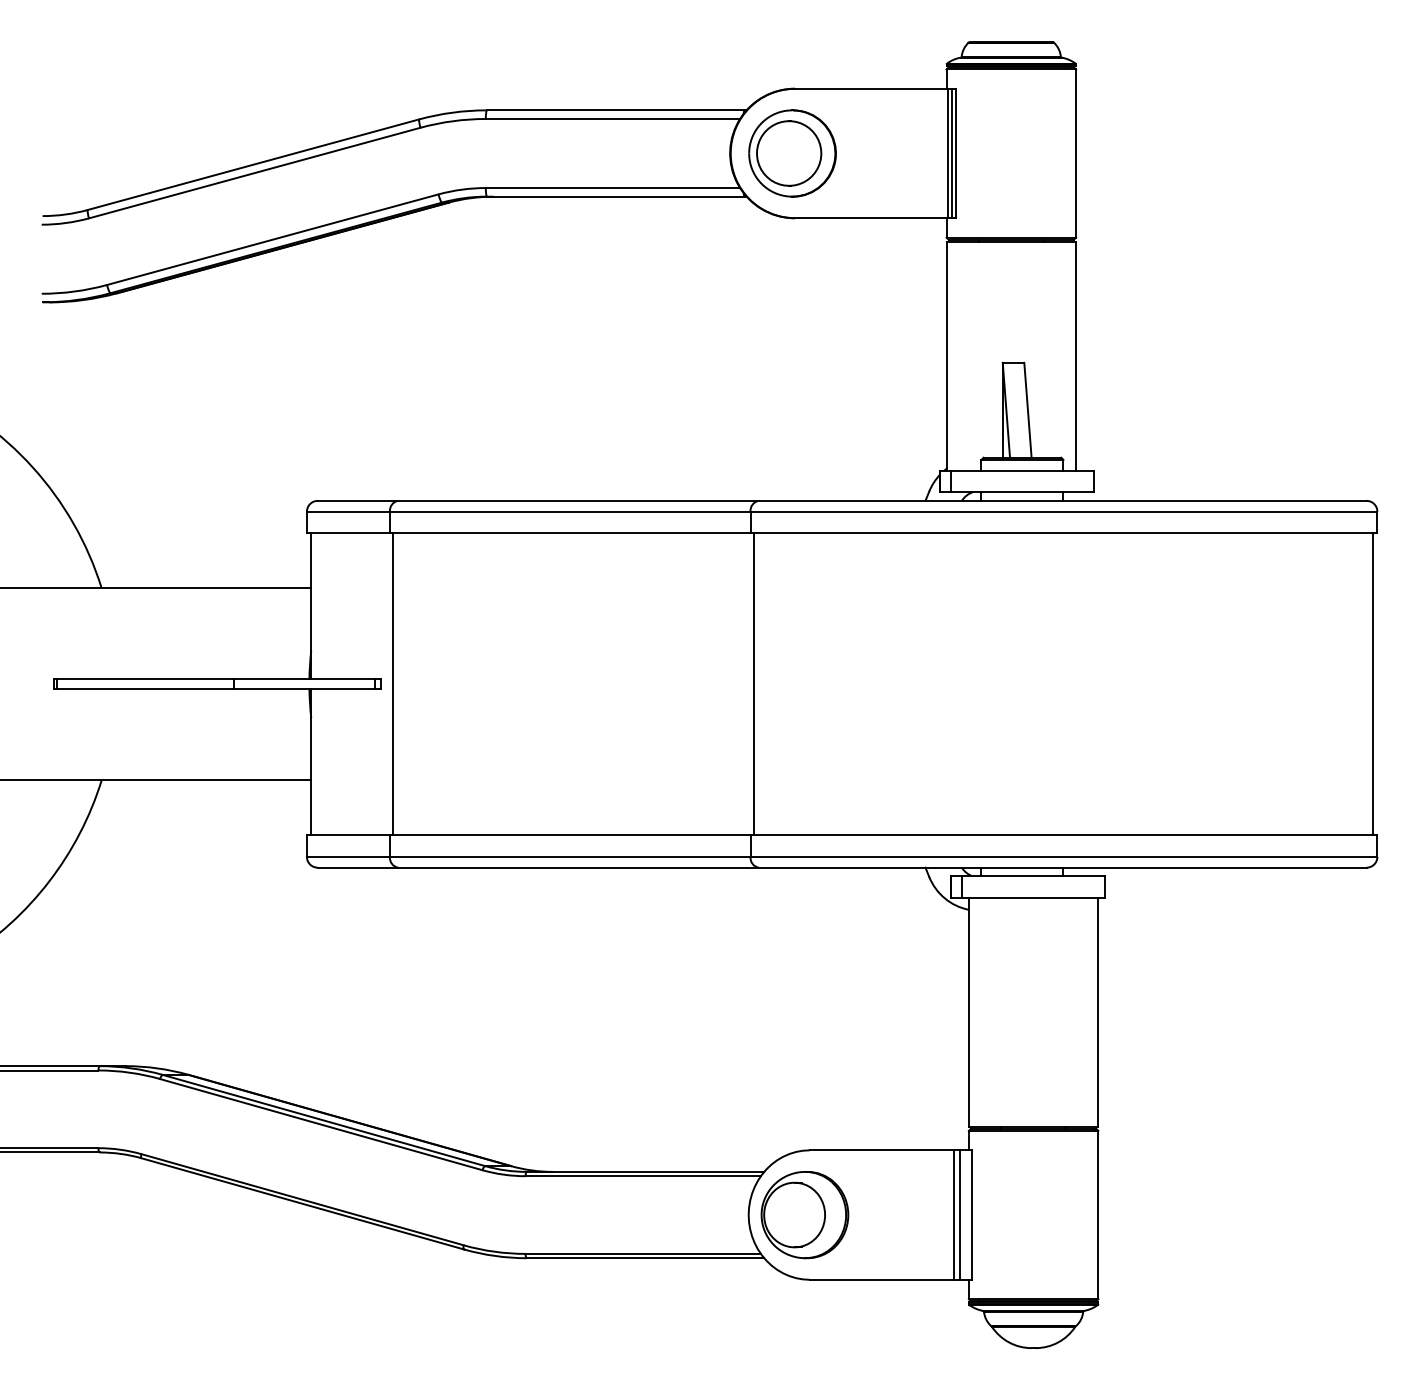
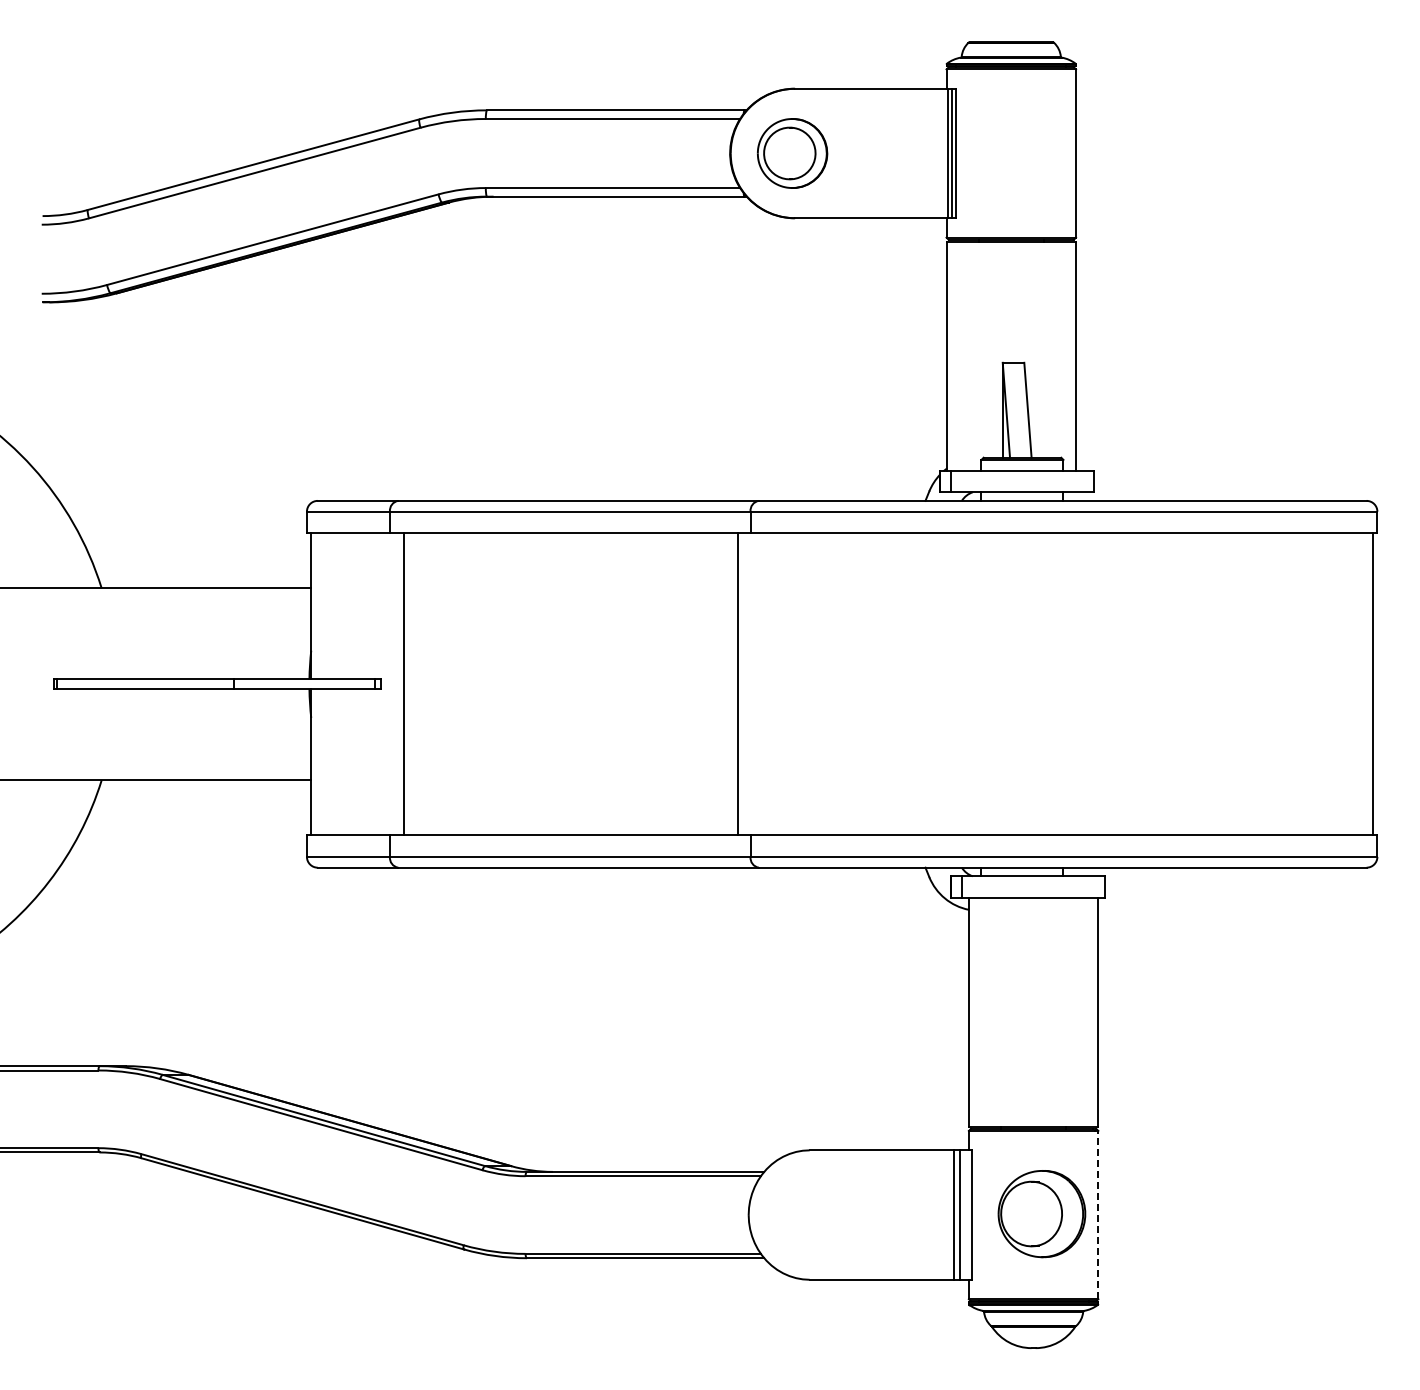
part at (792, 153) size: 89x89 px -> 72x71 px
line at (393, 684) position: (393, 684) -> (404, 684)
line at (753, 684) position: (753, 684) -> (737, 684)
line at (1098, 1214): solid -> dashed
part at (804, 1215) position: (804, 1215) -> (1041, 1214)
